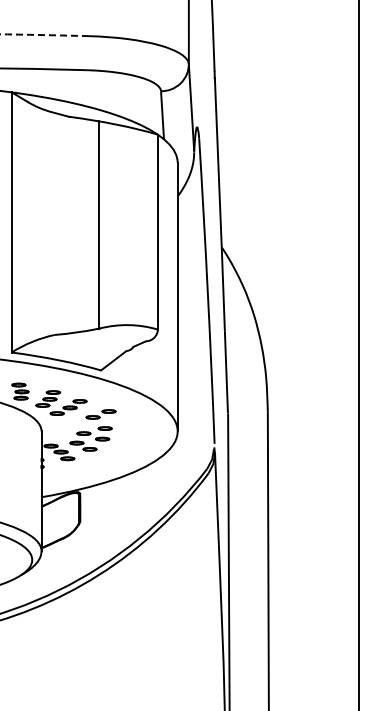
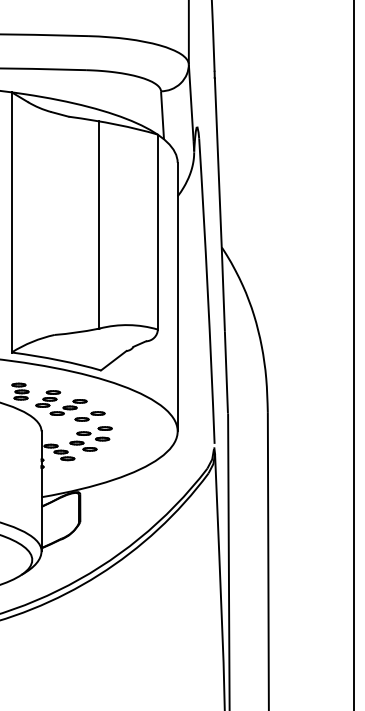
arc at (43, 35): dashed -> solid
line at (358, 354) position: (358, 354) -> (353, 354)
part at (100, 414) position: (100, 414) -> (89, 416)
